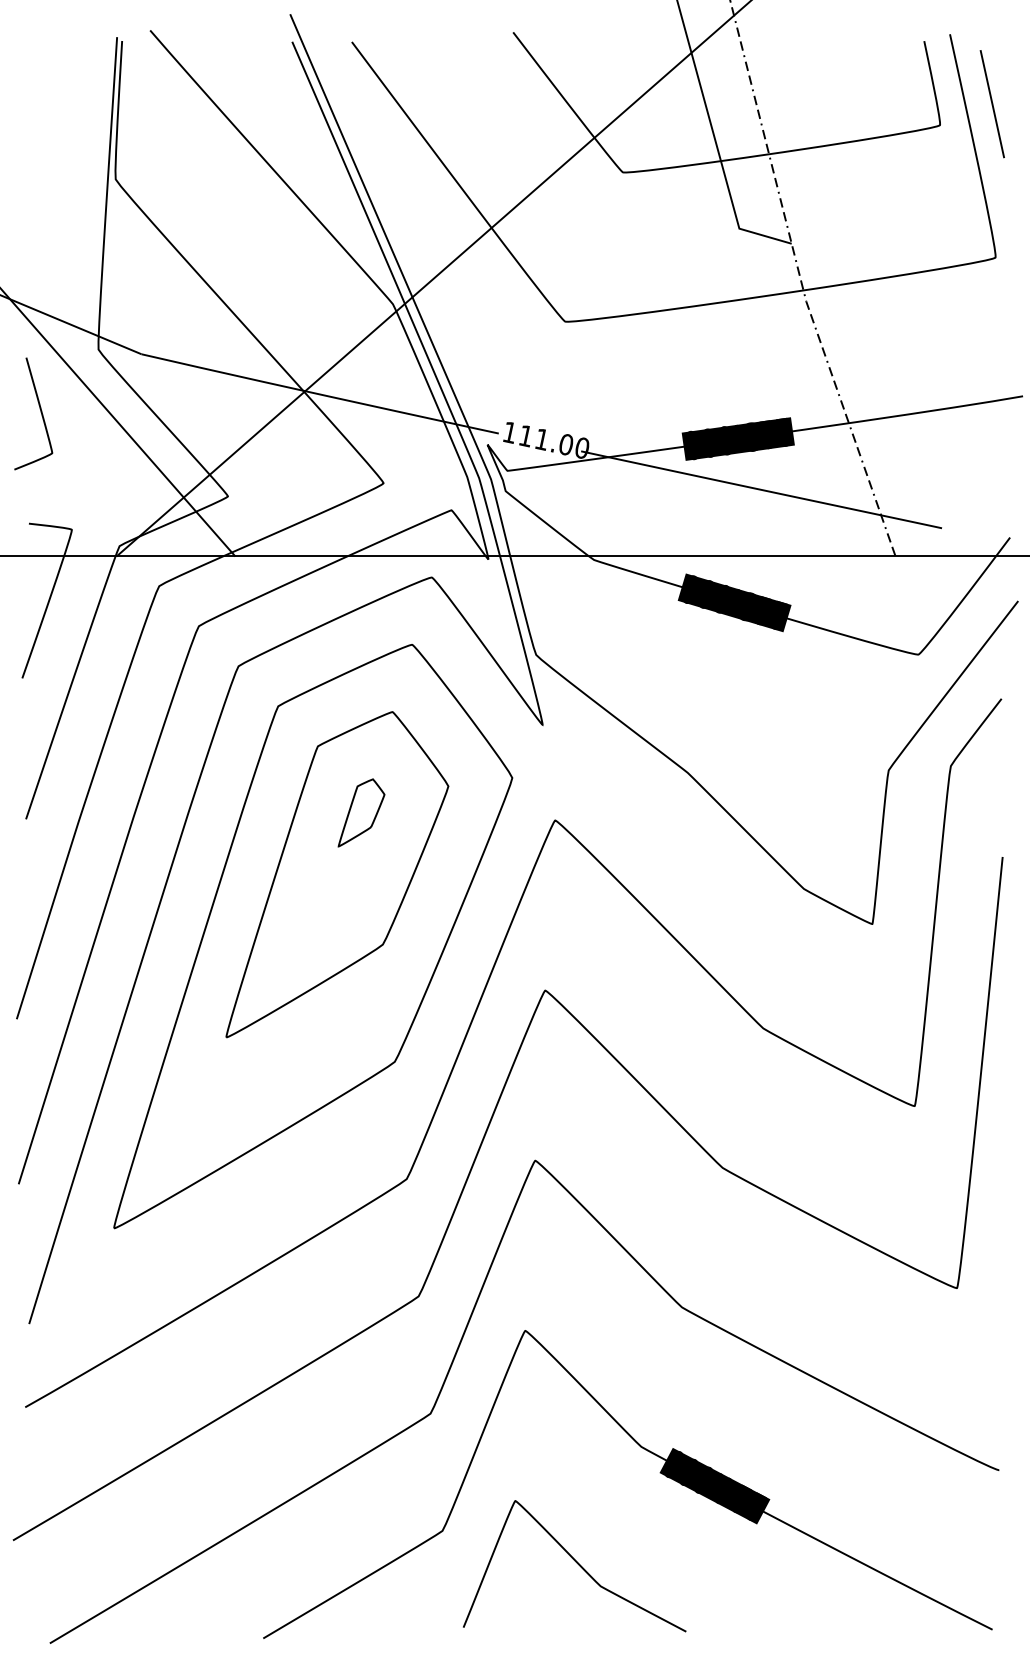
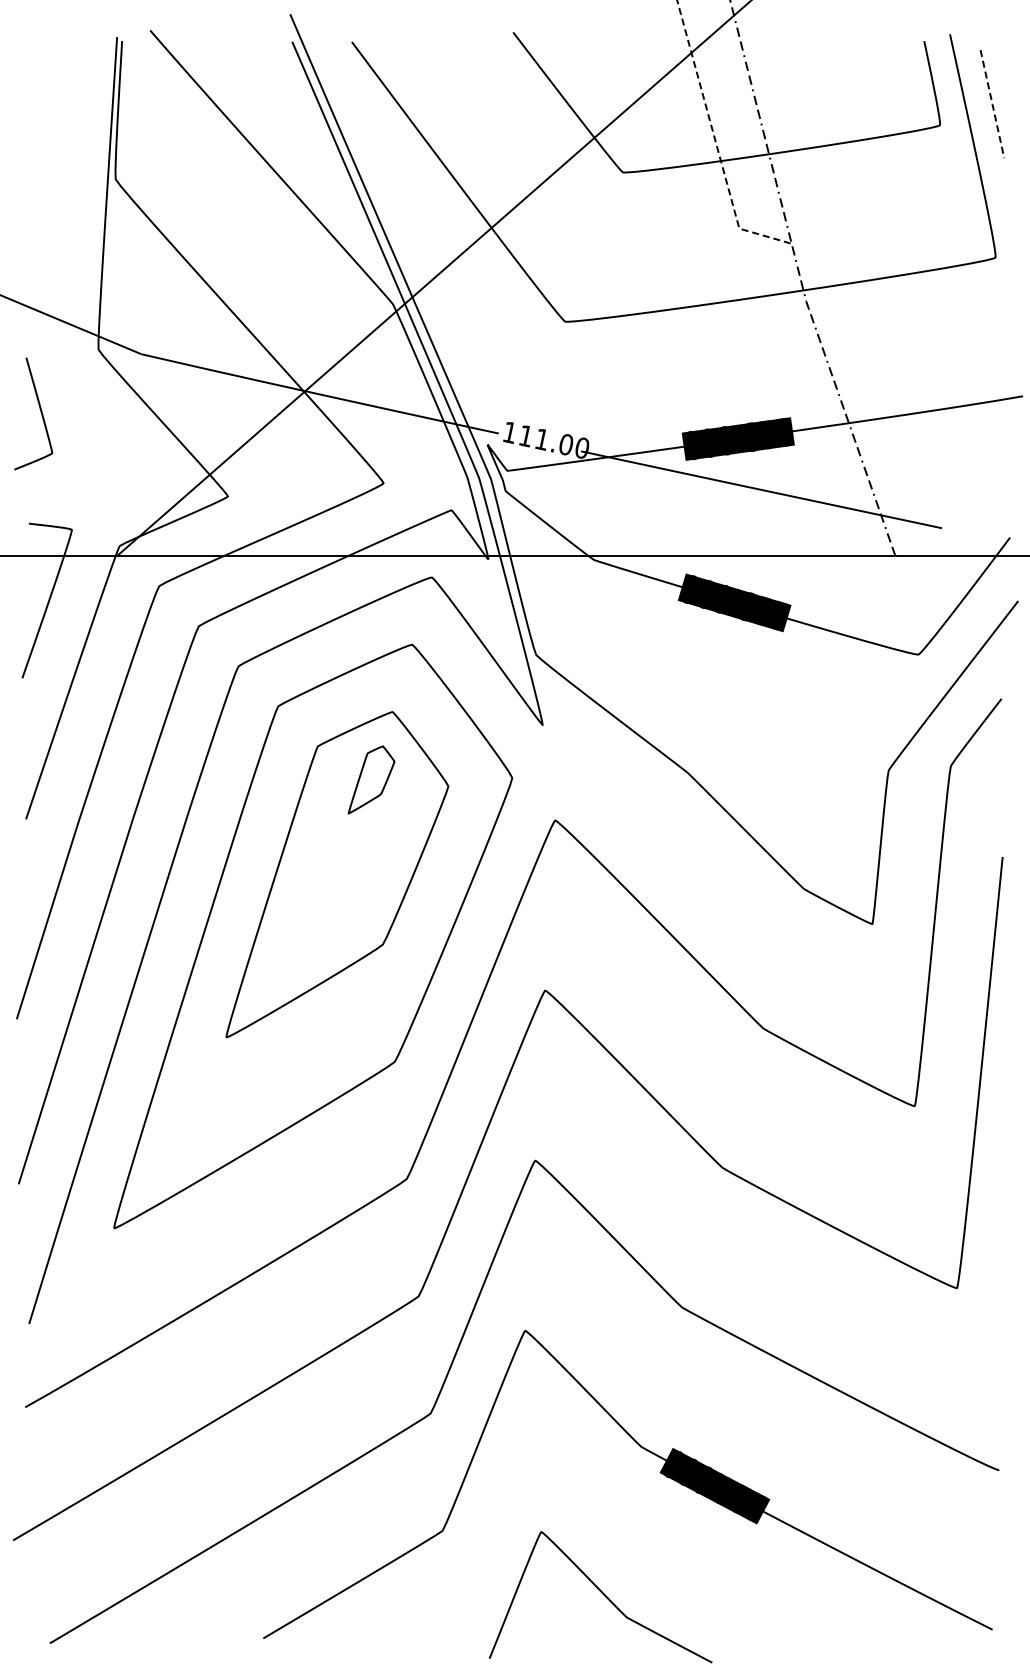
line at (992, 104): solid -> dashed
line at (715, 141): solid -> dashed
line at (118, 422): present -> none
part at (361, 812) position: (361, 812) -> (371, 779)
curve at (576, 1563) position: (576, 1563) -> (602, 1594)
